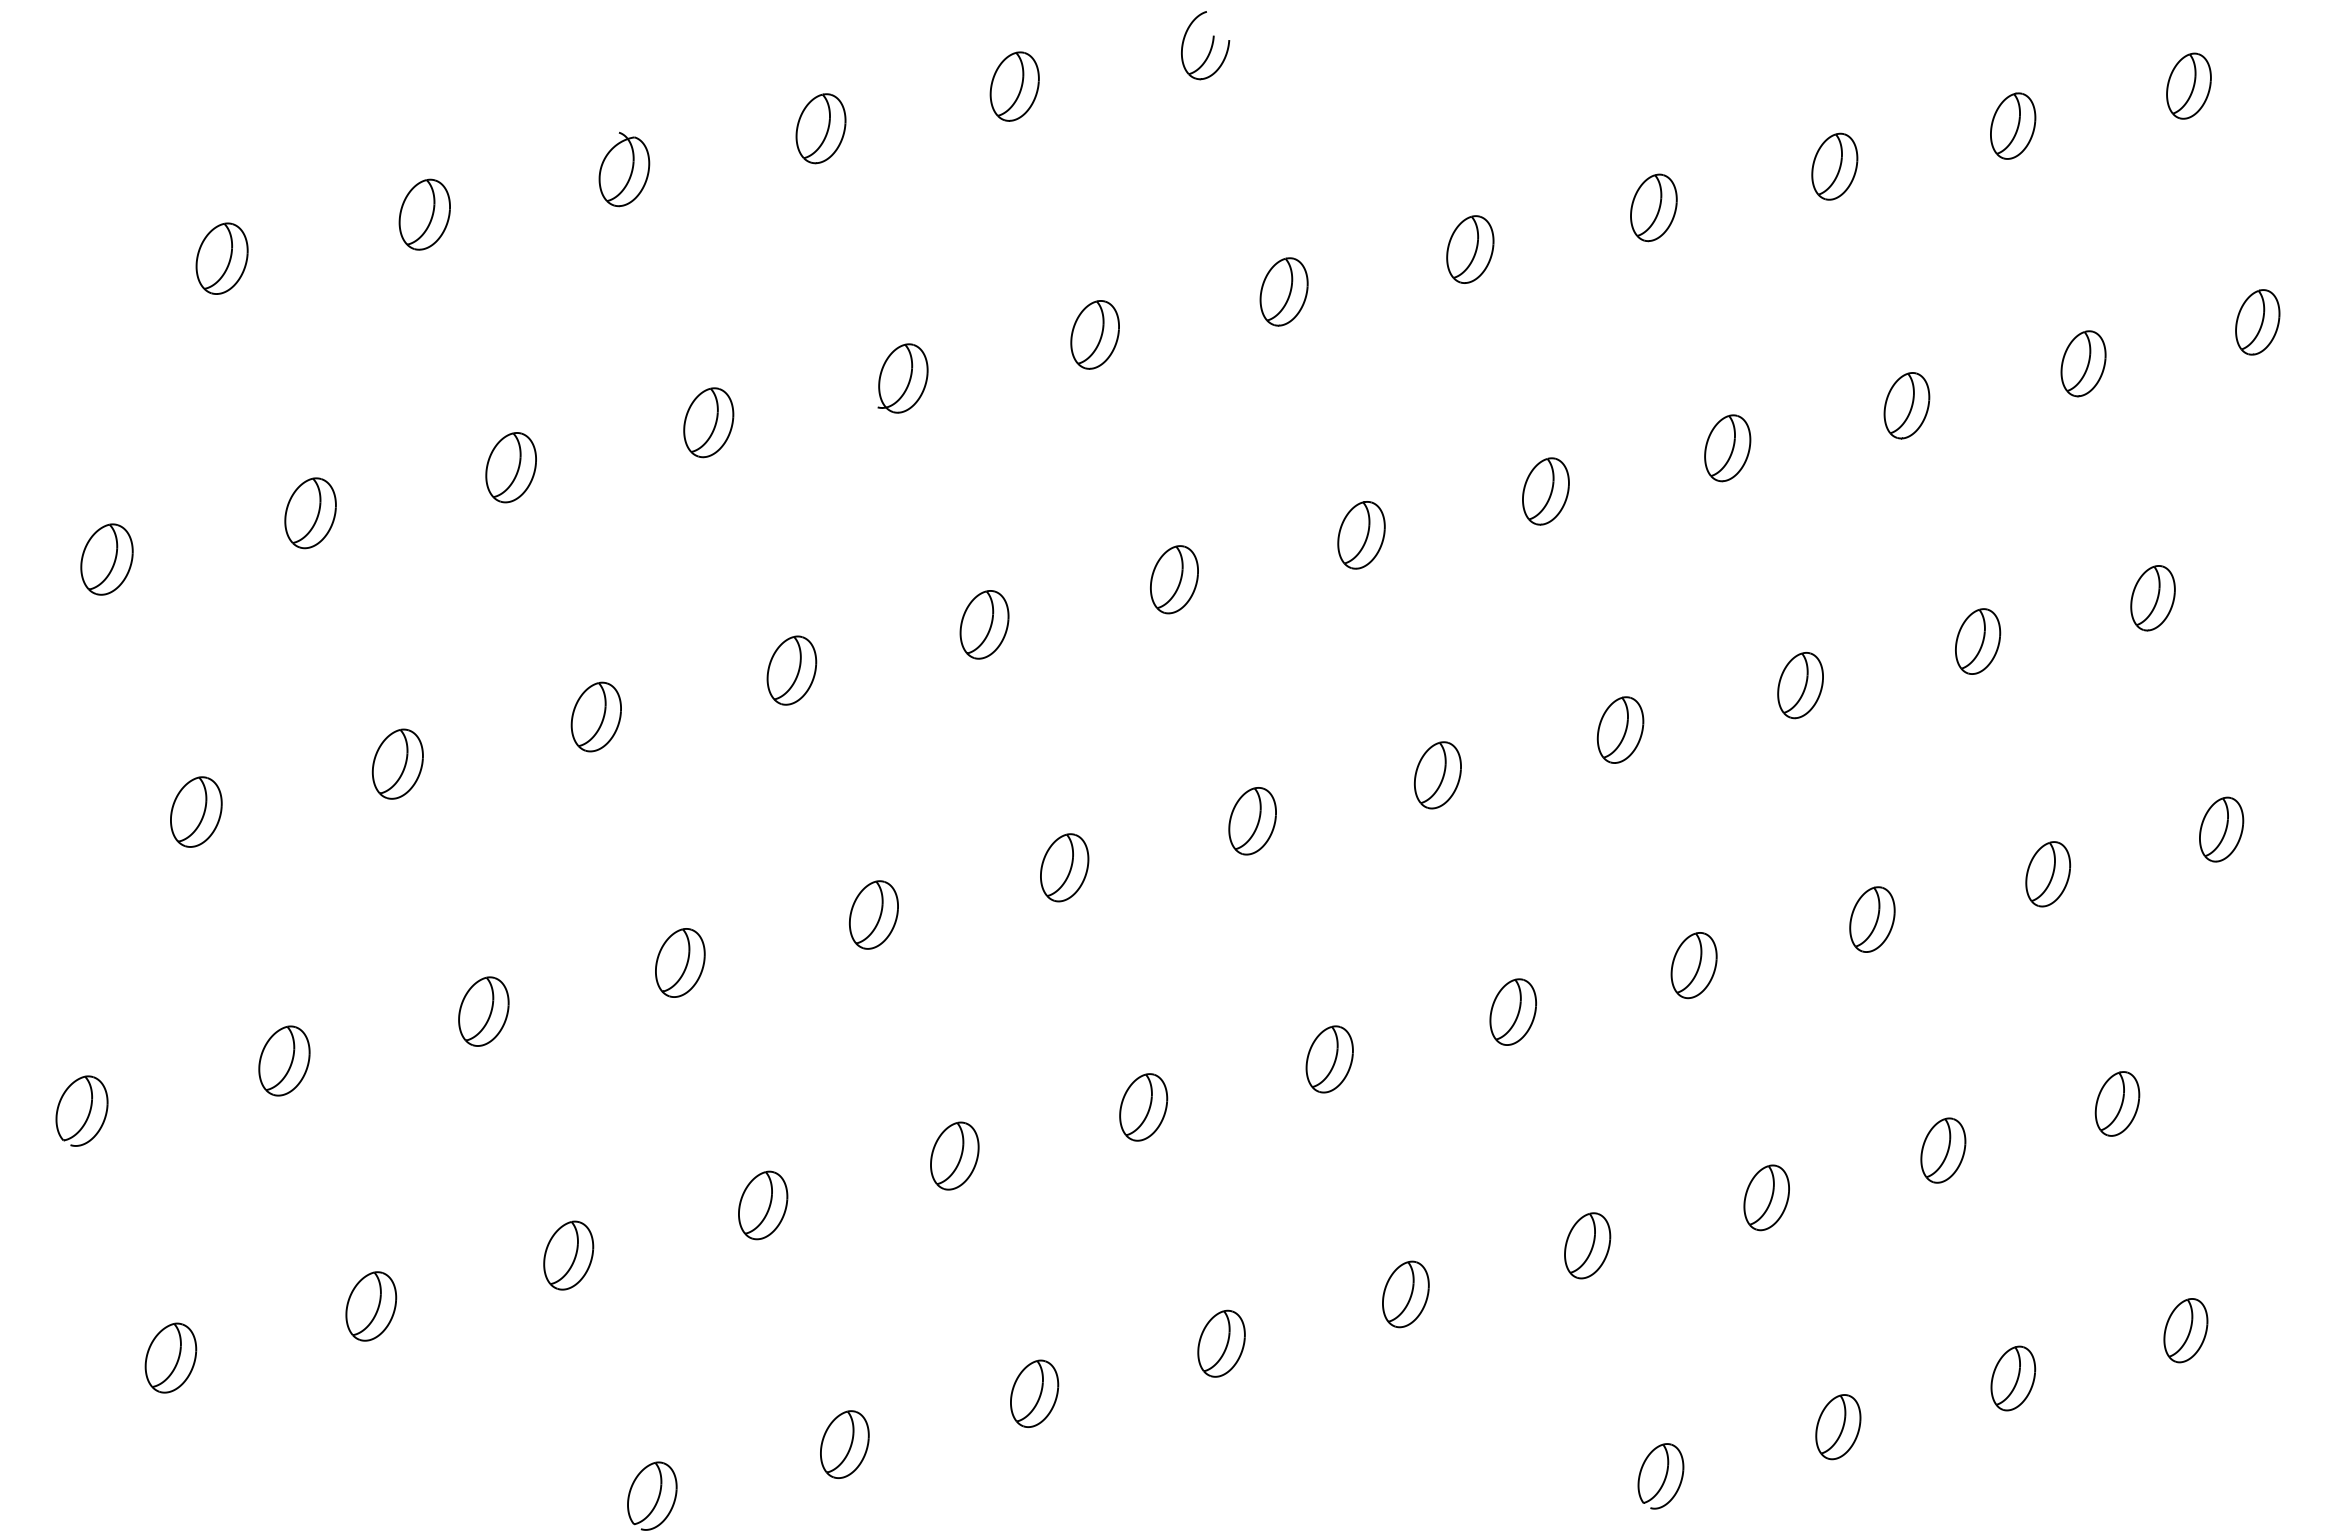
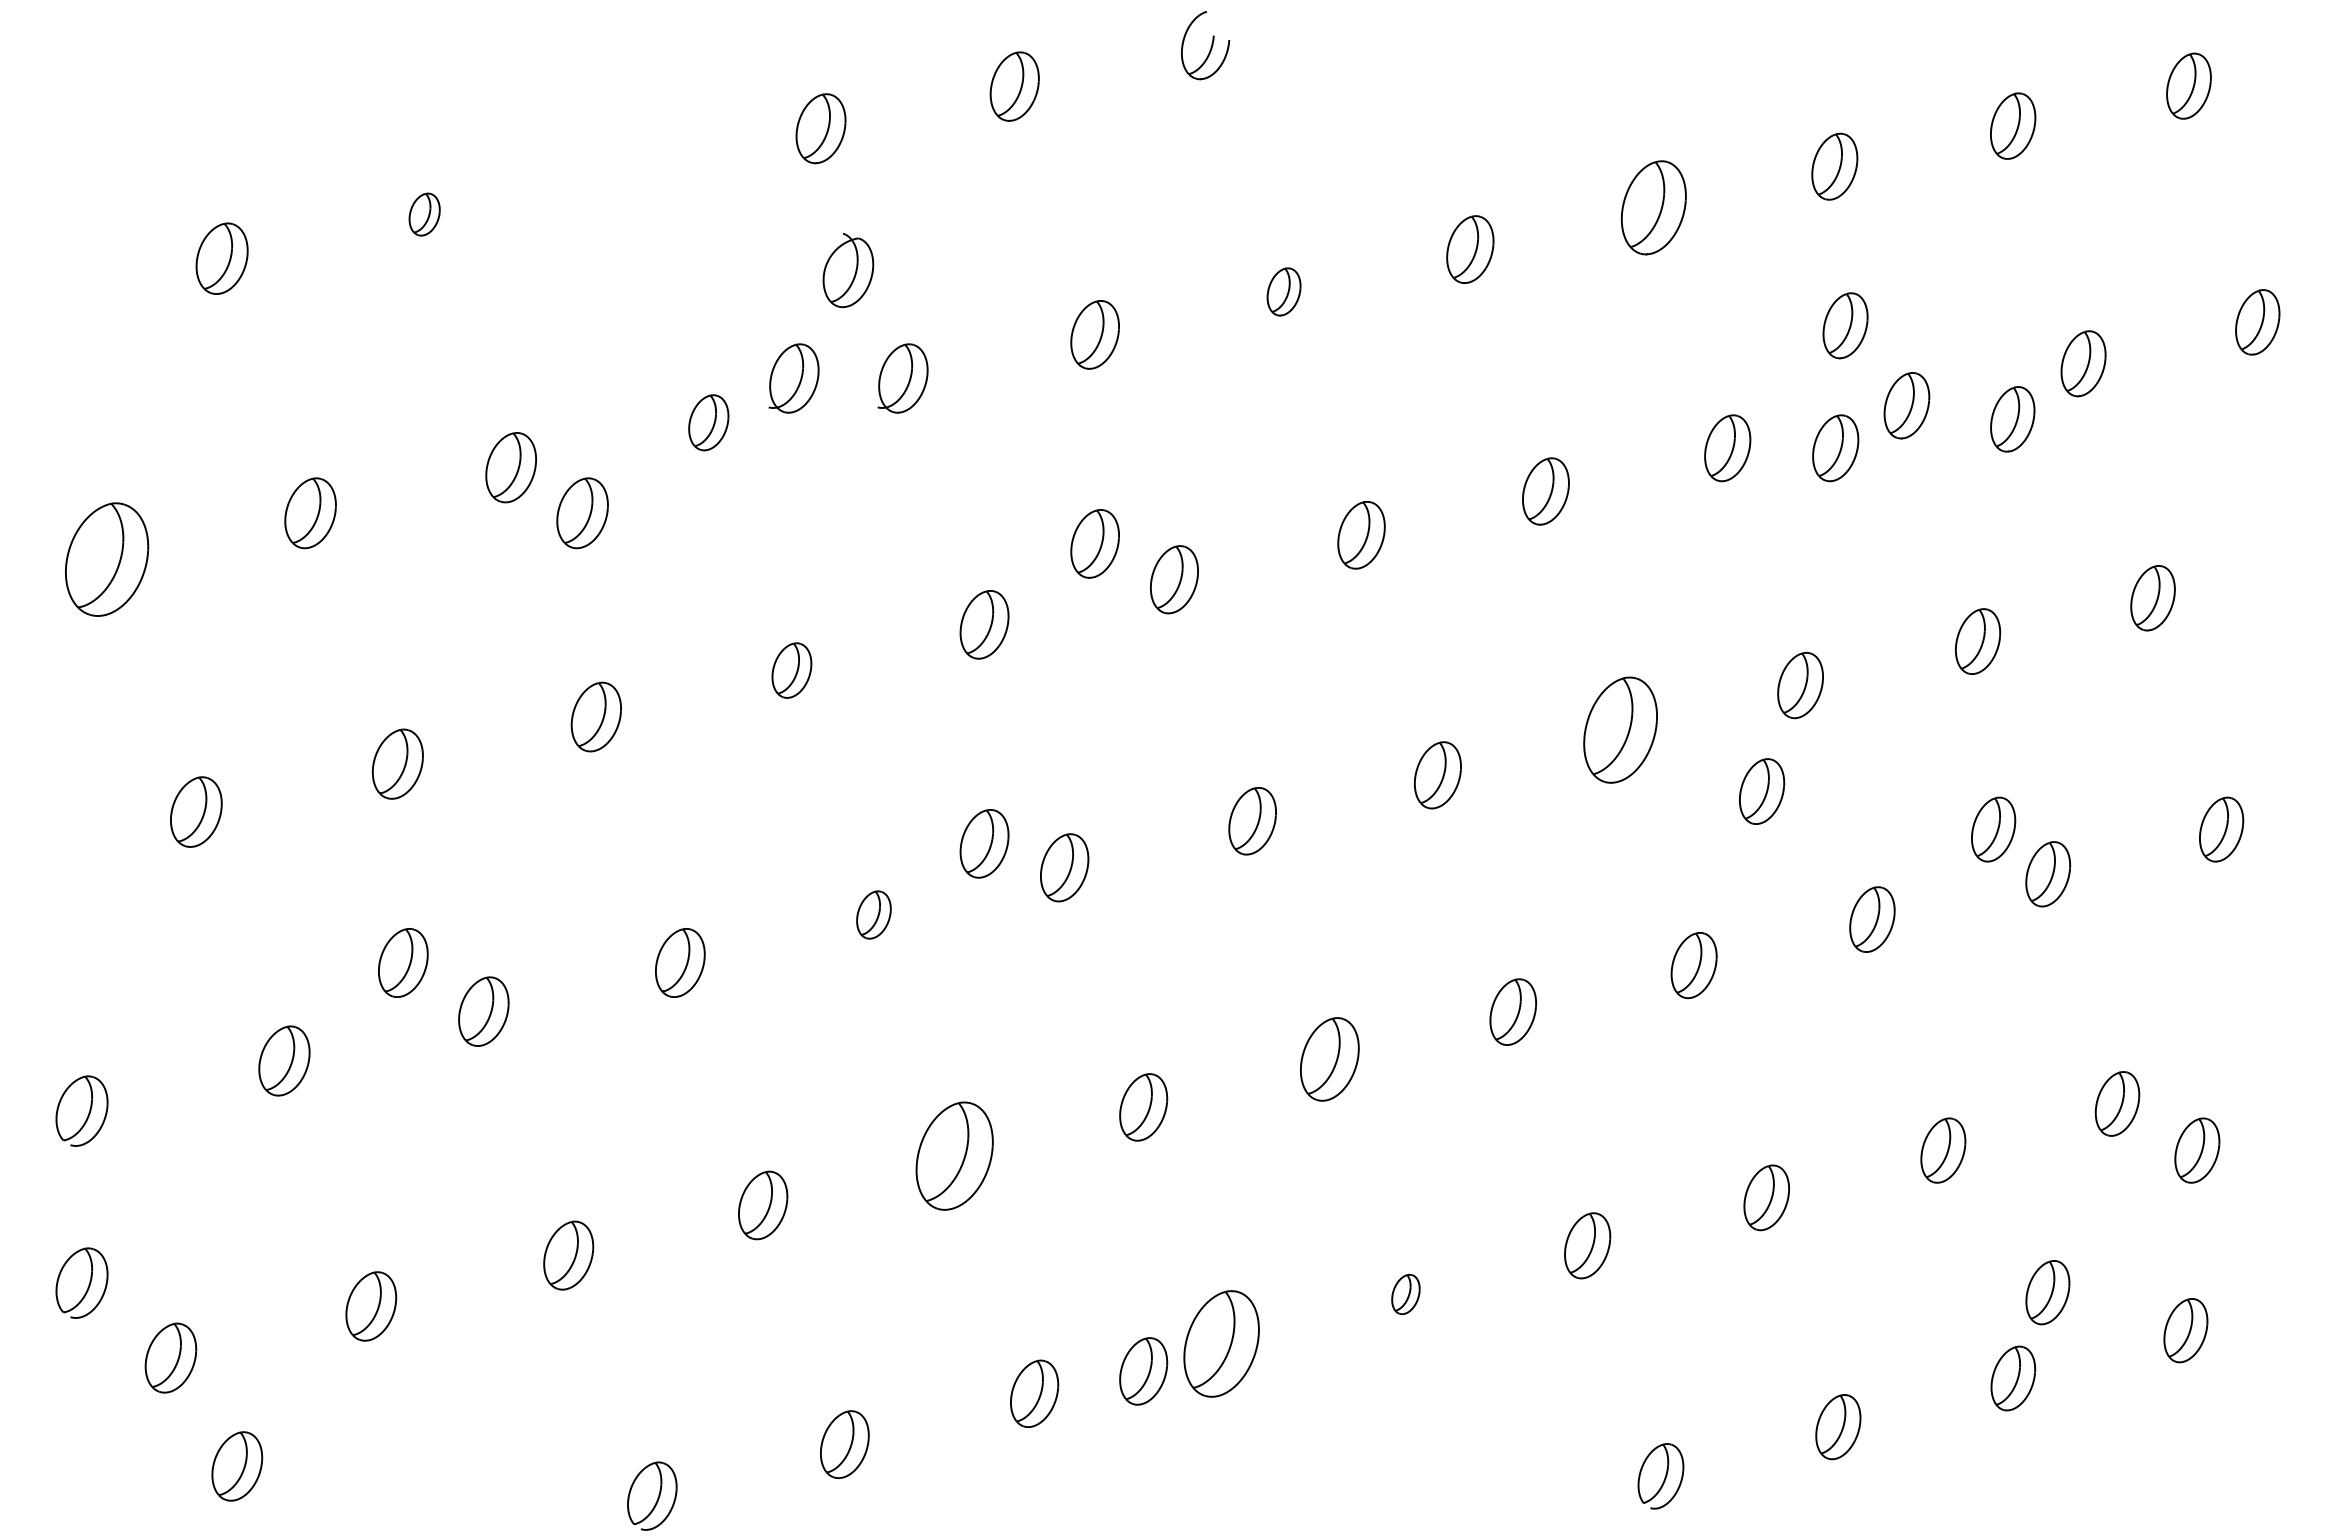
part at (624, 169) position: (624, 169) -> (848, 270)
part at (1653, 207) size: 48x70 px -> 67x96 px
part at (424, 214) size: 53x73 px -> 33x45 px
part at (1283, 291) size: 50x70 px -> 36x50 px
part at (1845, 325): none -> present
part at (793, 378): none -> present
part at (2012, 419): none -> present
part at (708, 422) size: 52x72 px -> 42x58 px
part at (1835, 448): none -> present
part at (582, 513): none -> present
part at (1094, 543): none -> present
part at (106, 559) size: 54x73 px -> 85x115 px
part at (791, 670) size: 52x71 px -> 42x57 px
part at (1620, 729) size: 49x68 px -> 75x108 px
part at (1762, 791): none -> present
part at (1993, 829): none -> present
part at (984, 843): none -> present
part at (873, 914) size: 50x70 px -> 36x50 px
part at (403, 962): none -> present
part at (1329, 1059) size: 49x69 px -> 60x85 px
part at (2197, 1150): none -> present
part at (954, 1155) size: 50x70 px -> 79x110 px
part at (81, 1282): none -> present
part at (2047, 1292): none -> present
part at (1405, 1294) size: 48x69 px -> 30x42 px
part at (1221, 1343) size: 49x69 px -> 77x108 px
part at (1143, 1371): none -> present
part at (237, 1466): none -> present
